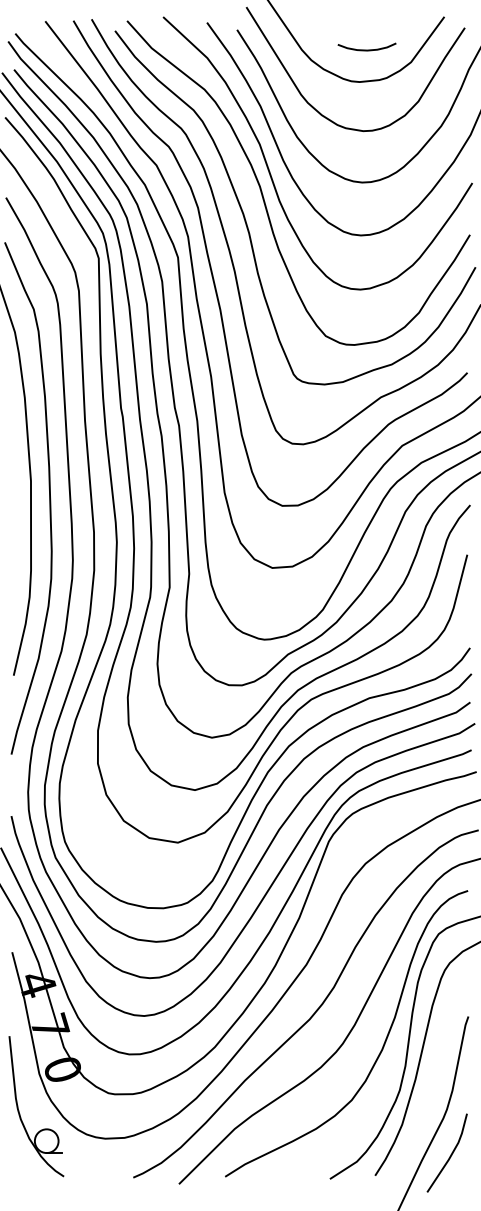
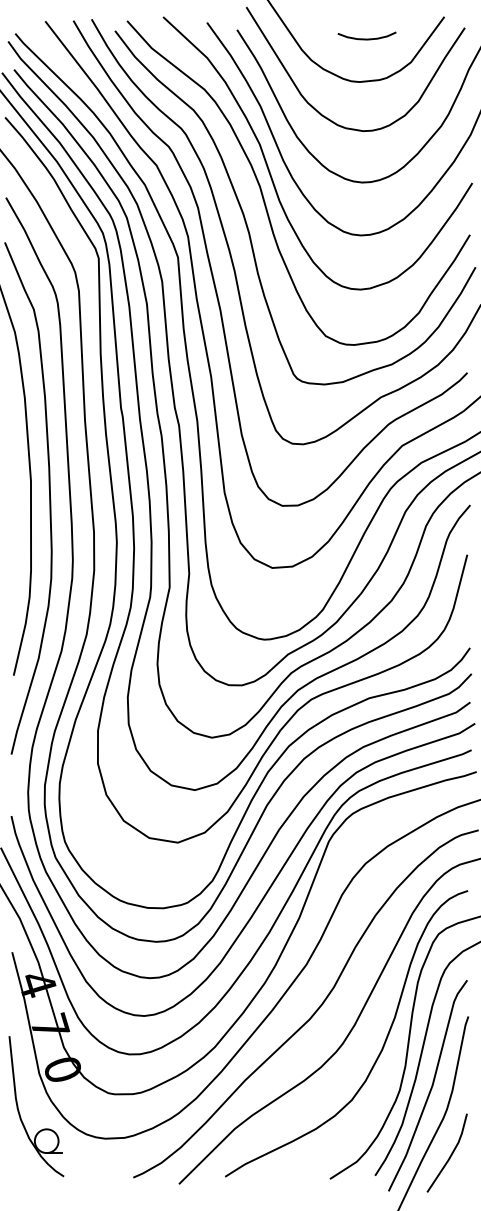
curve at (366, 49) position: (366, 49) -> (366, 38)
curve at (430, 1087): none -> present
